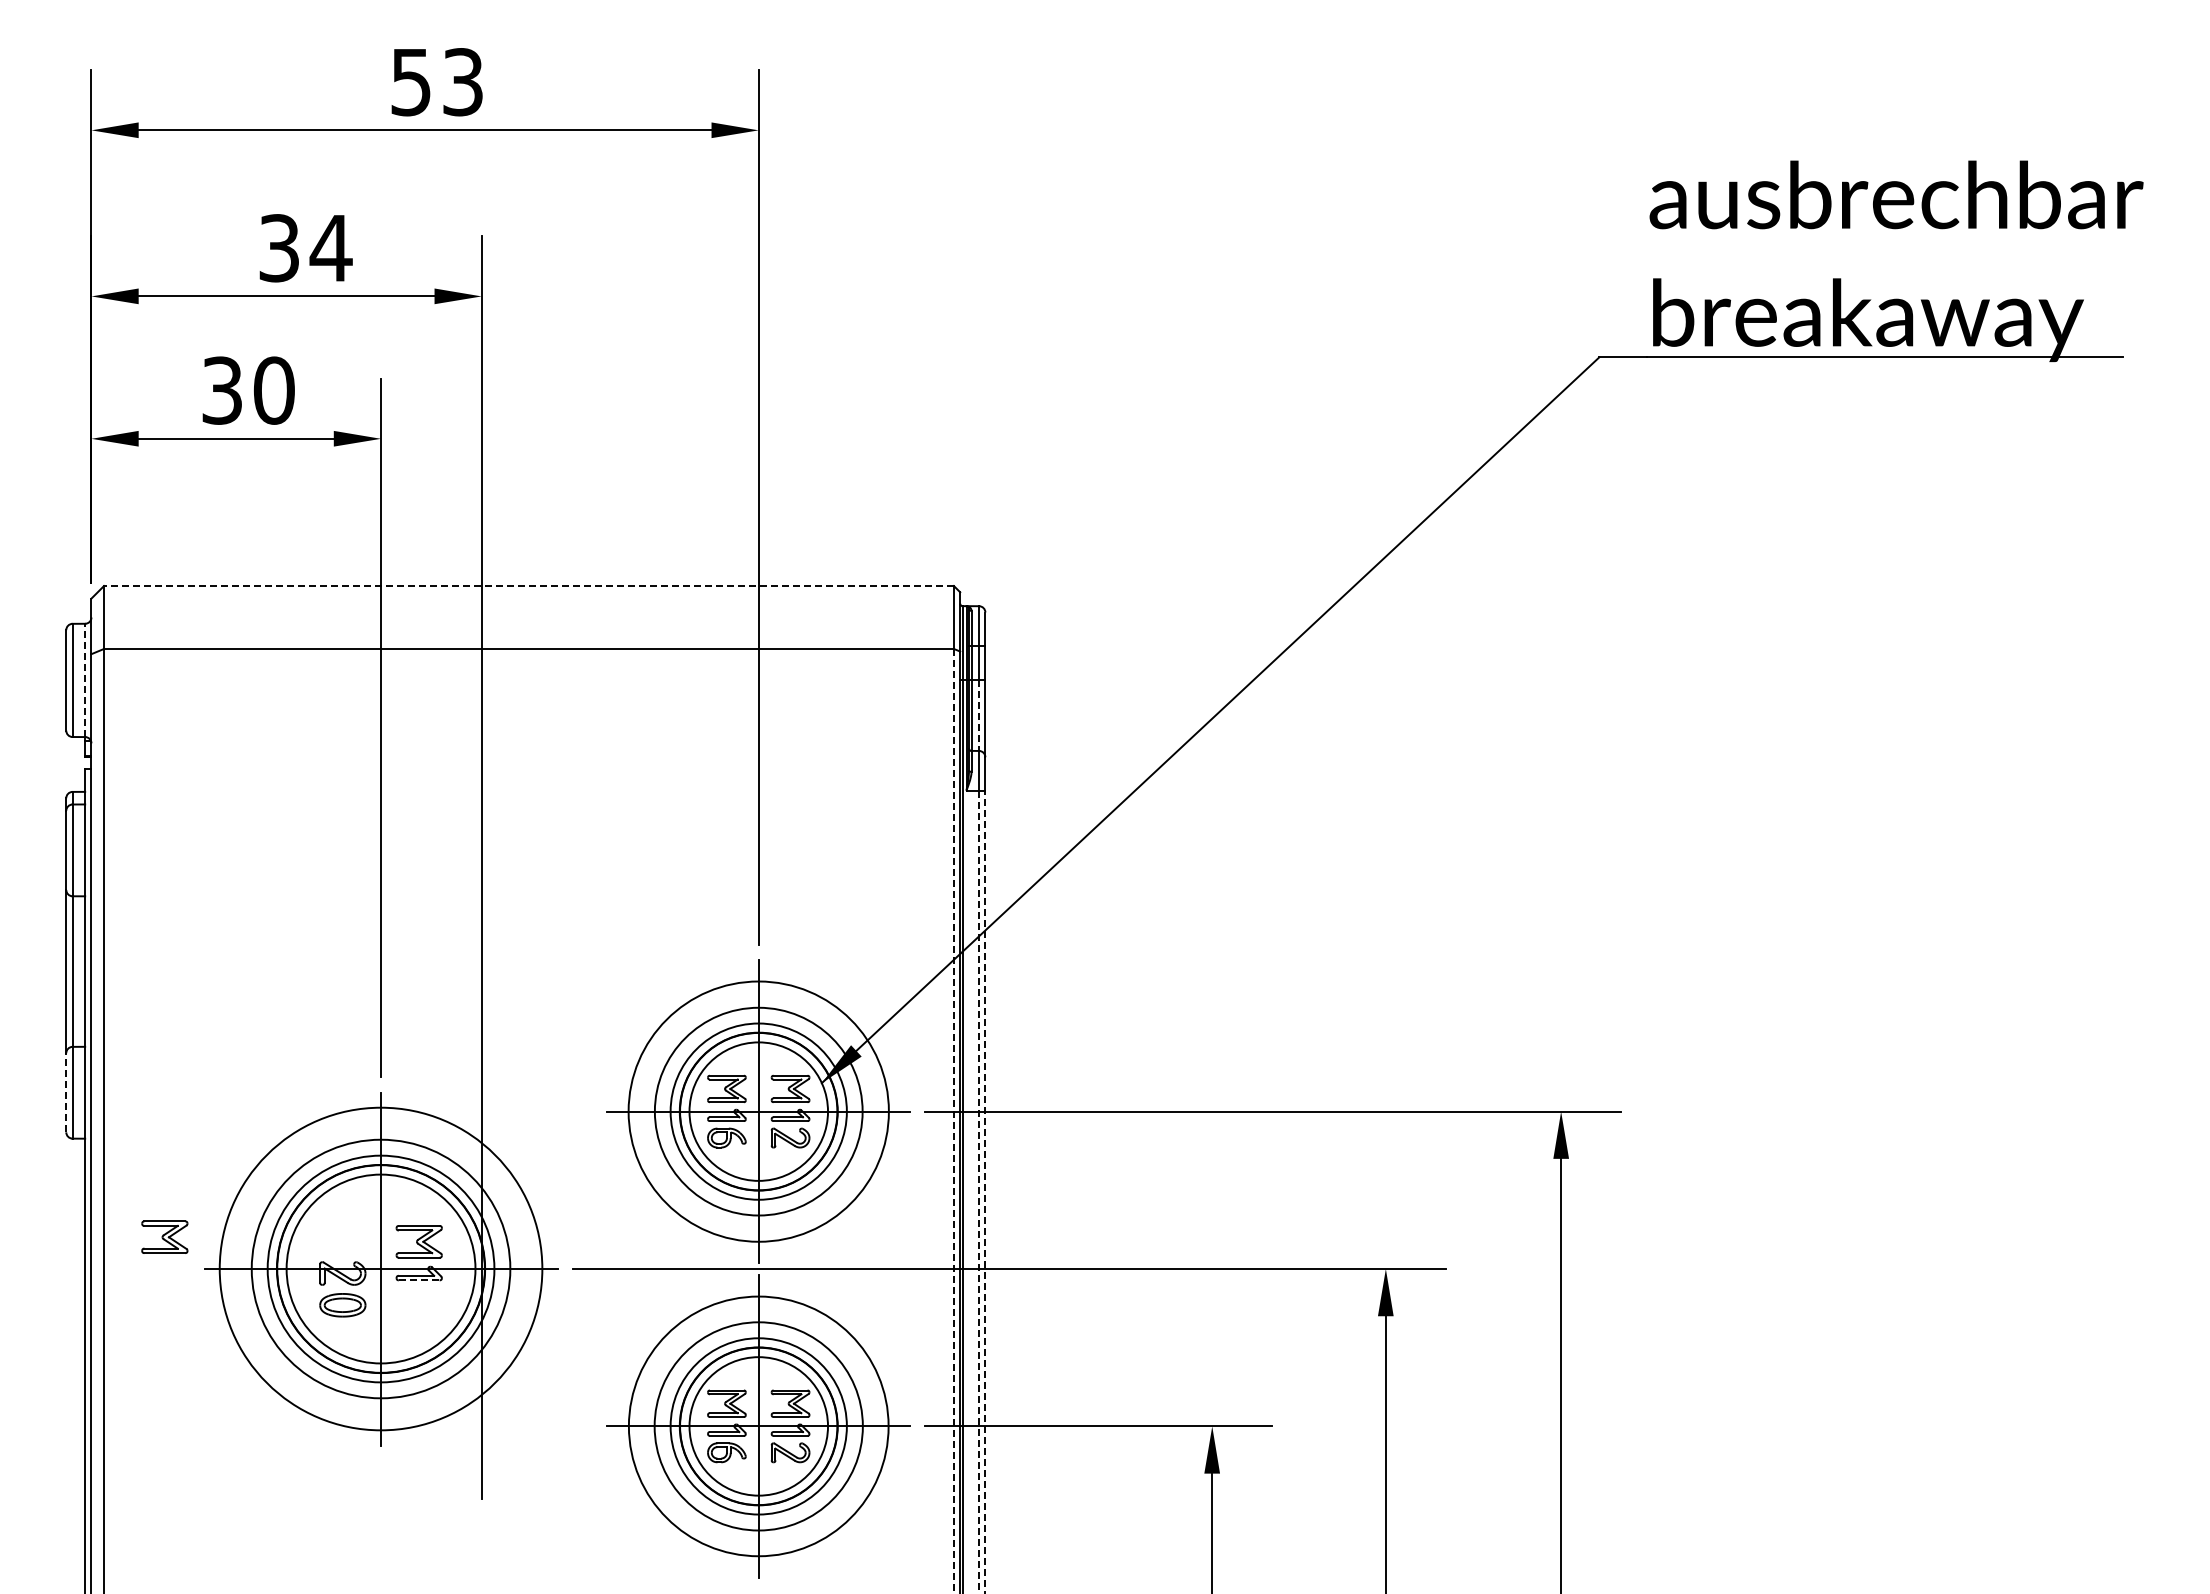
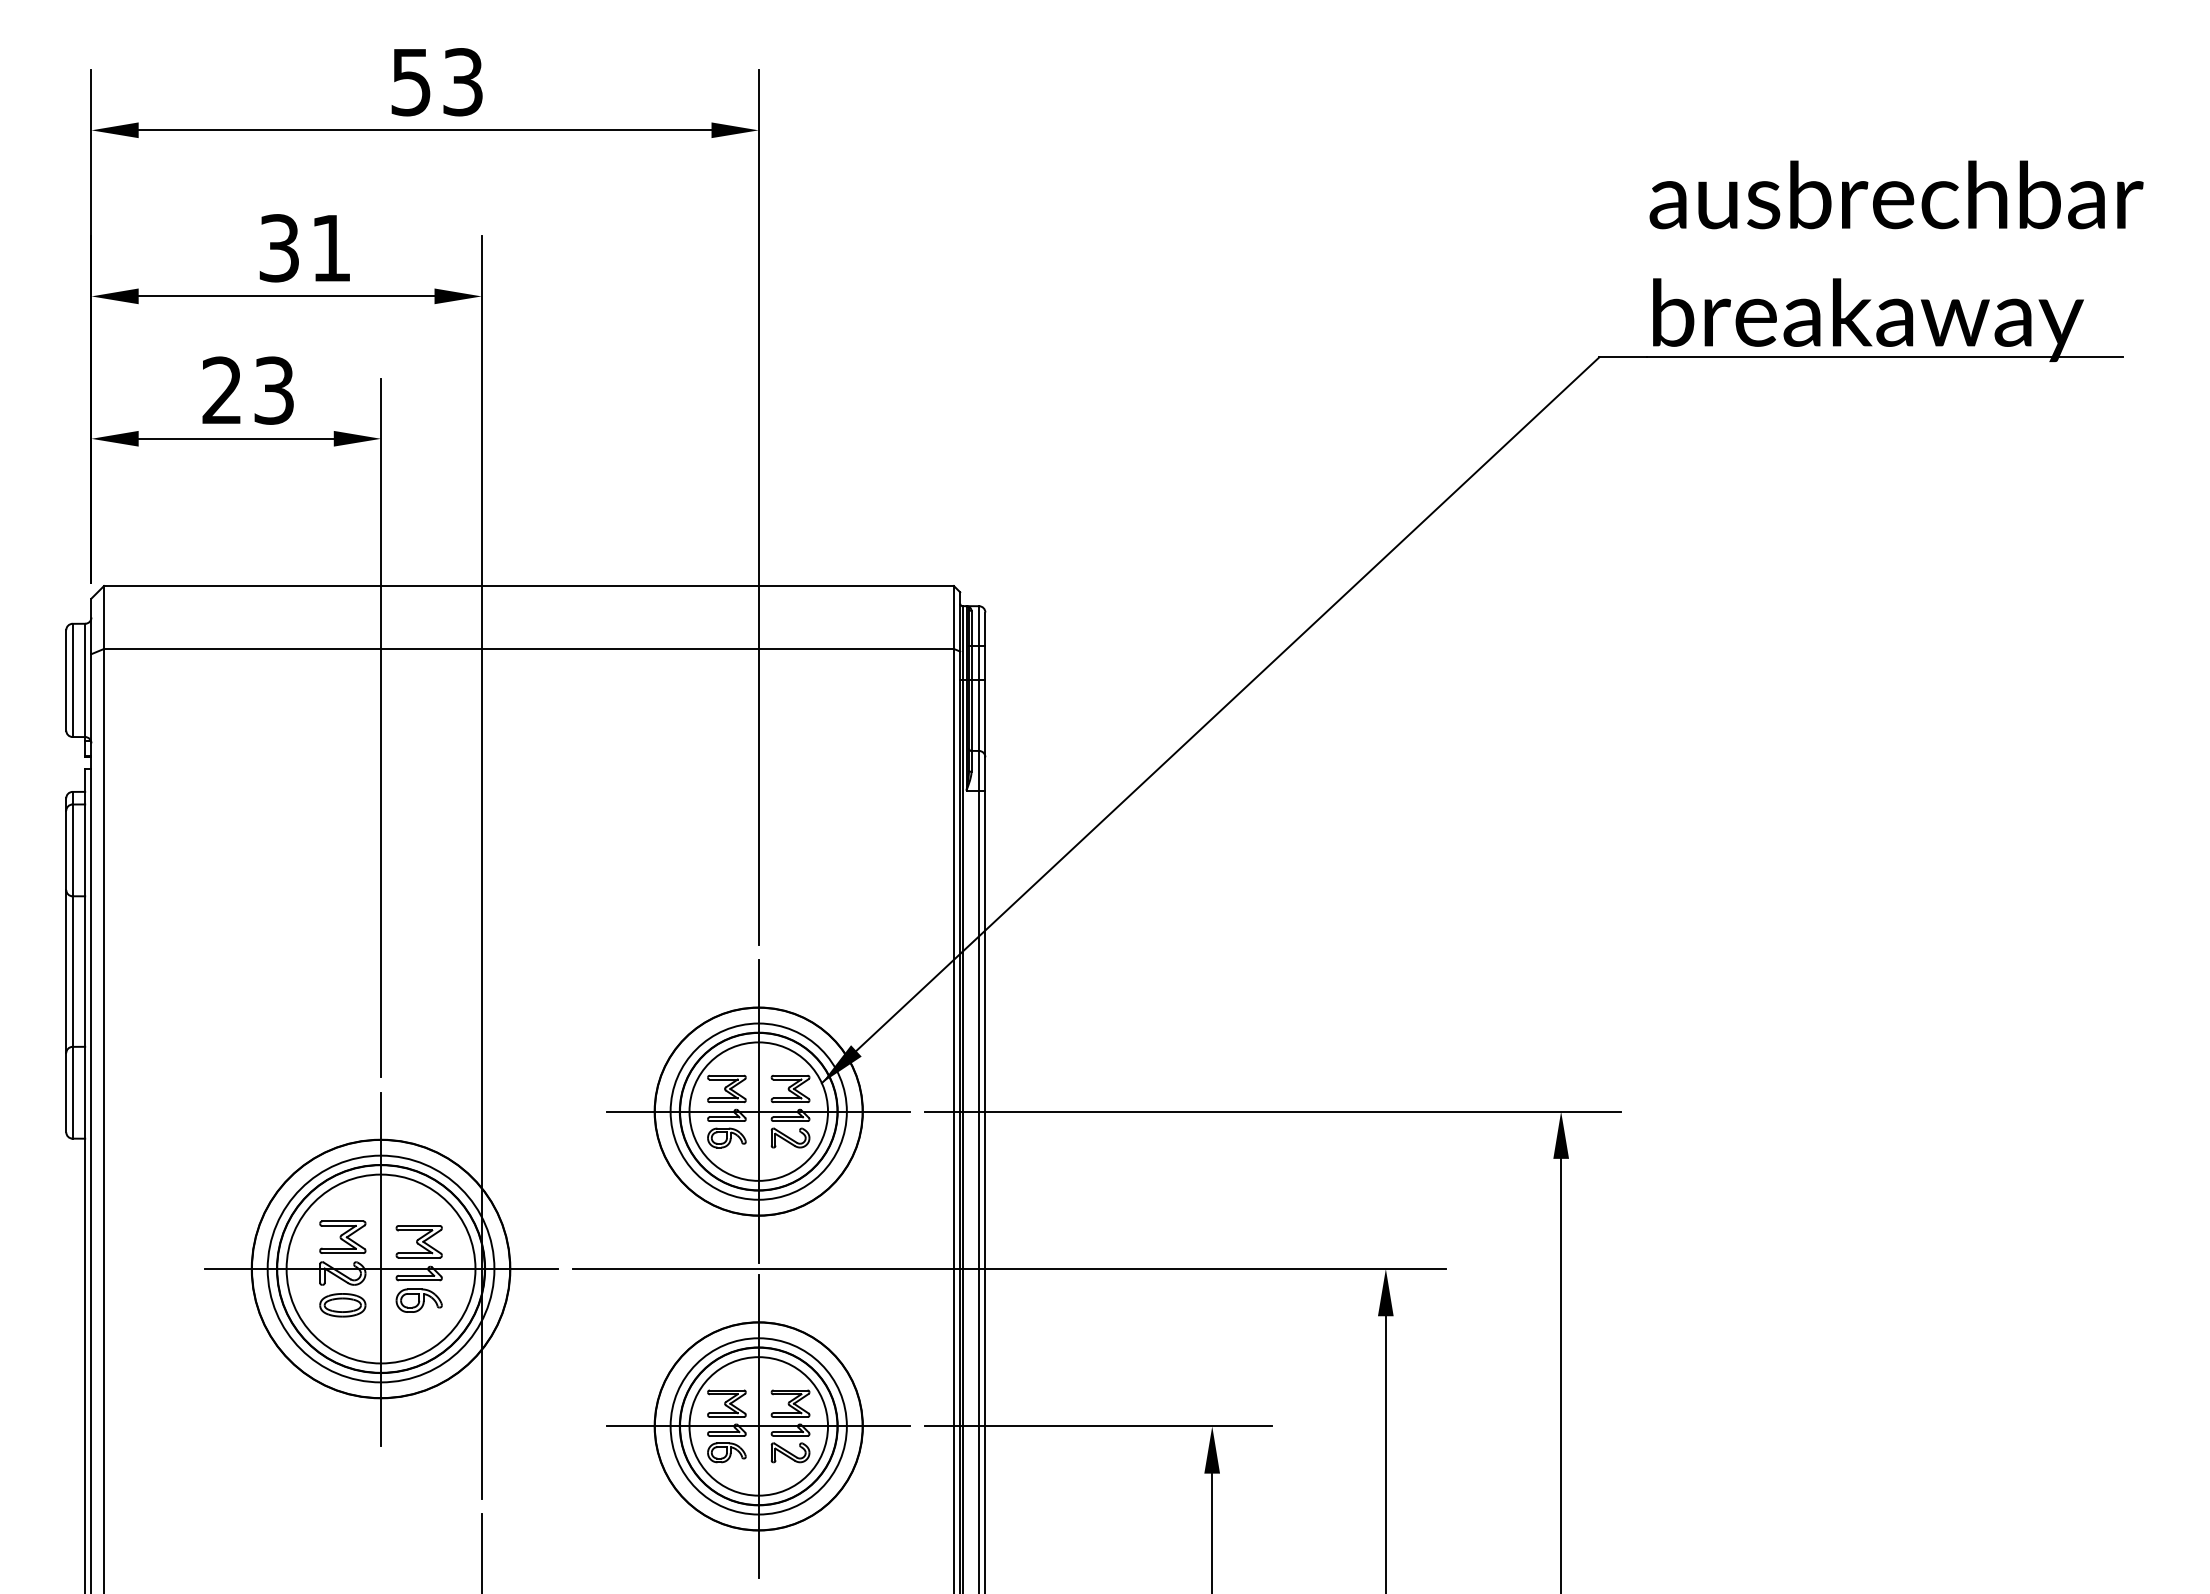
text at (330, 248): 34 -> 31
text at (248, 390): 30 -> 23
line at (528, 586): dashed -> solid
line at (85, 680): dashed -> solid
line at (979, 716): dashed -> solid
line at (66, 1092): dashed -> solid
circle at (758, 1111) diameter: 260 px -> 208 px
line at (953, 1121): dashed -> solid
line at (985, 1191): dashed -> solid
line at (979, 1192): dashed -> solid
part at (164, 1236) position: (164, 1236) -> (342, 1236)
circle at (380, 1268) diameter: 323 px -> 258 px
line at (419, 1280): dashed -> solid
part at (418, 1300): none -> present
circle at (758, 1426) diameter: 260 px -> 208 px
line at (481, 1552): none -> present
